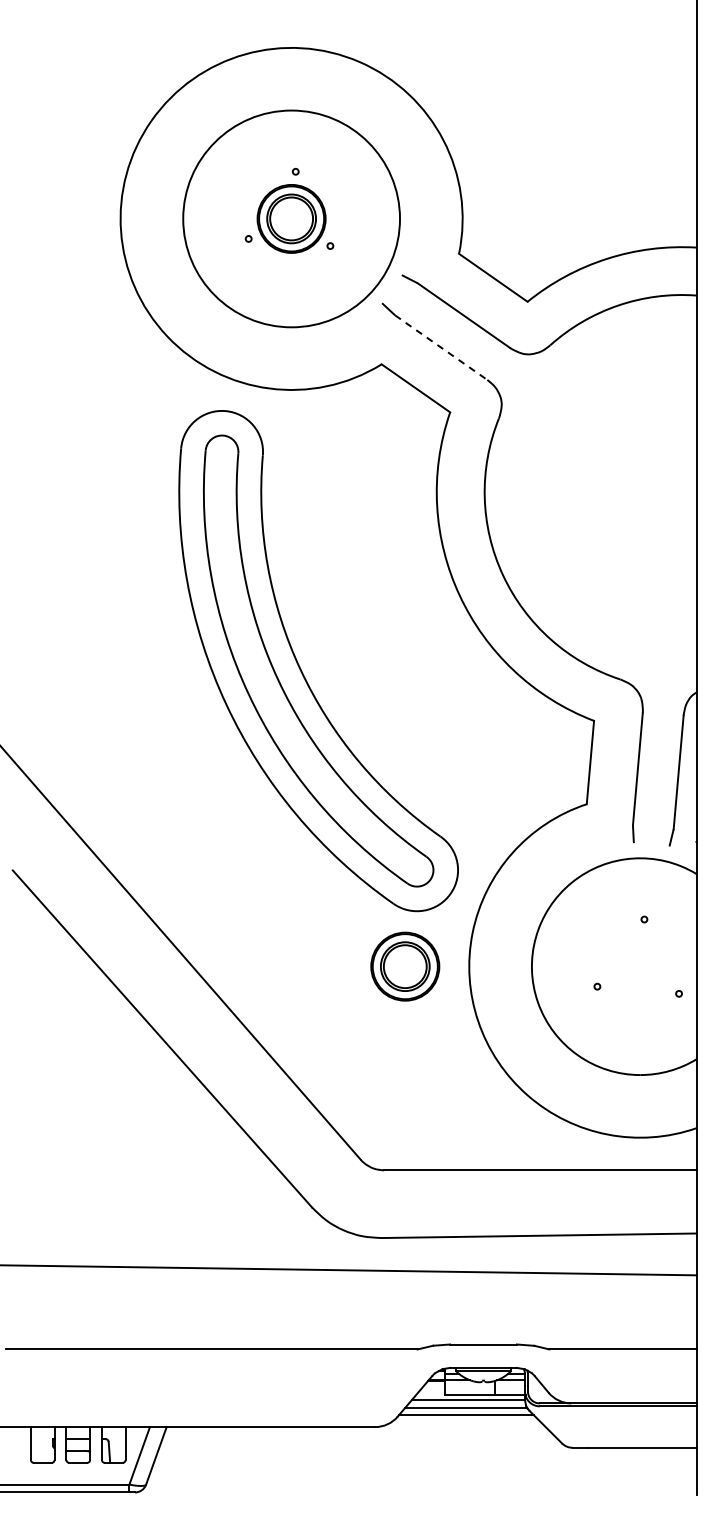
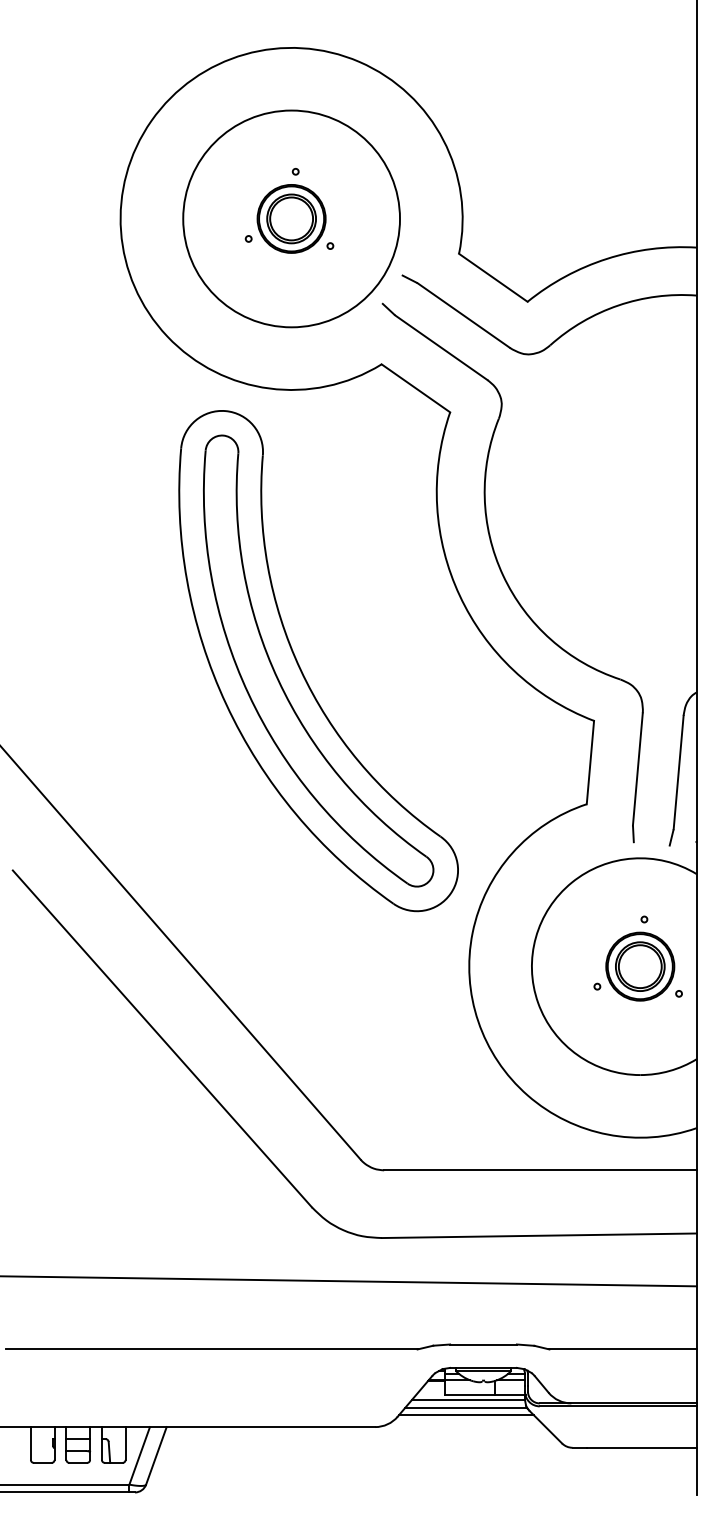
line at (441, 347): dashed -> solid
part at (405, 966) position: (405, 966) -> (640, 966)
line at (349, 1270) position: (349, 1270) -> (349, 1281)
